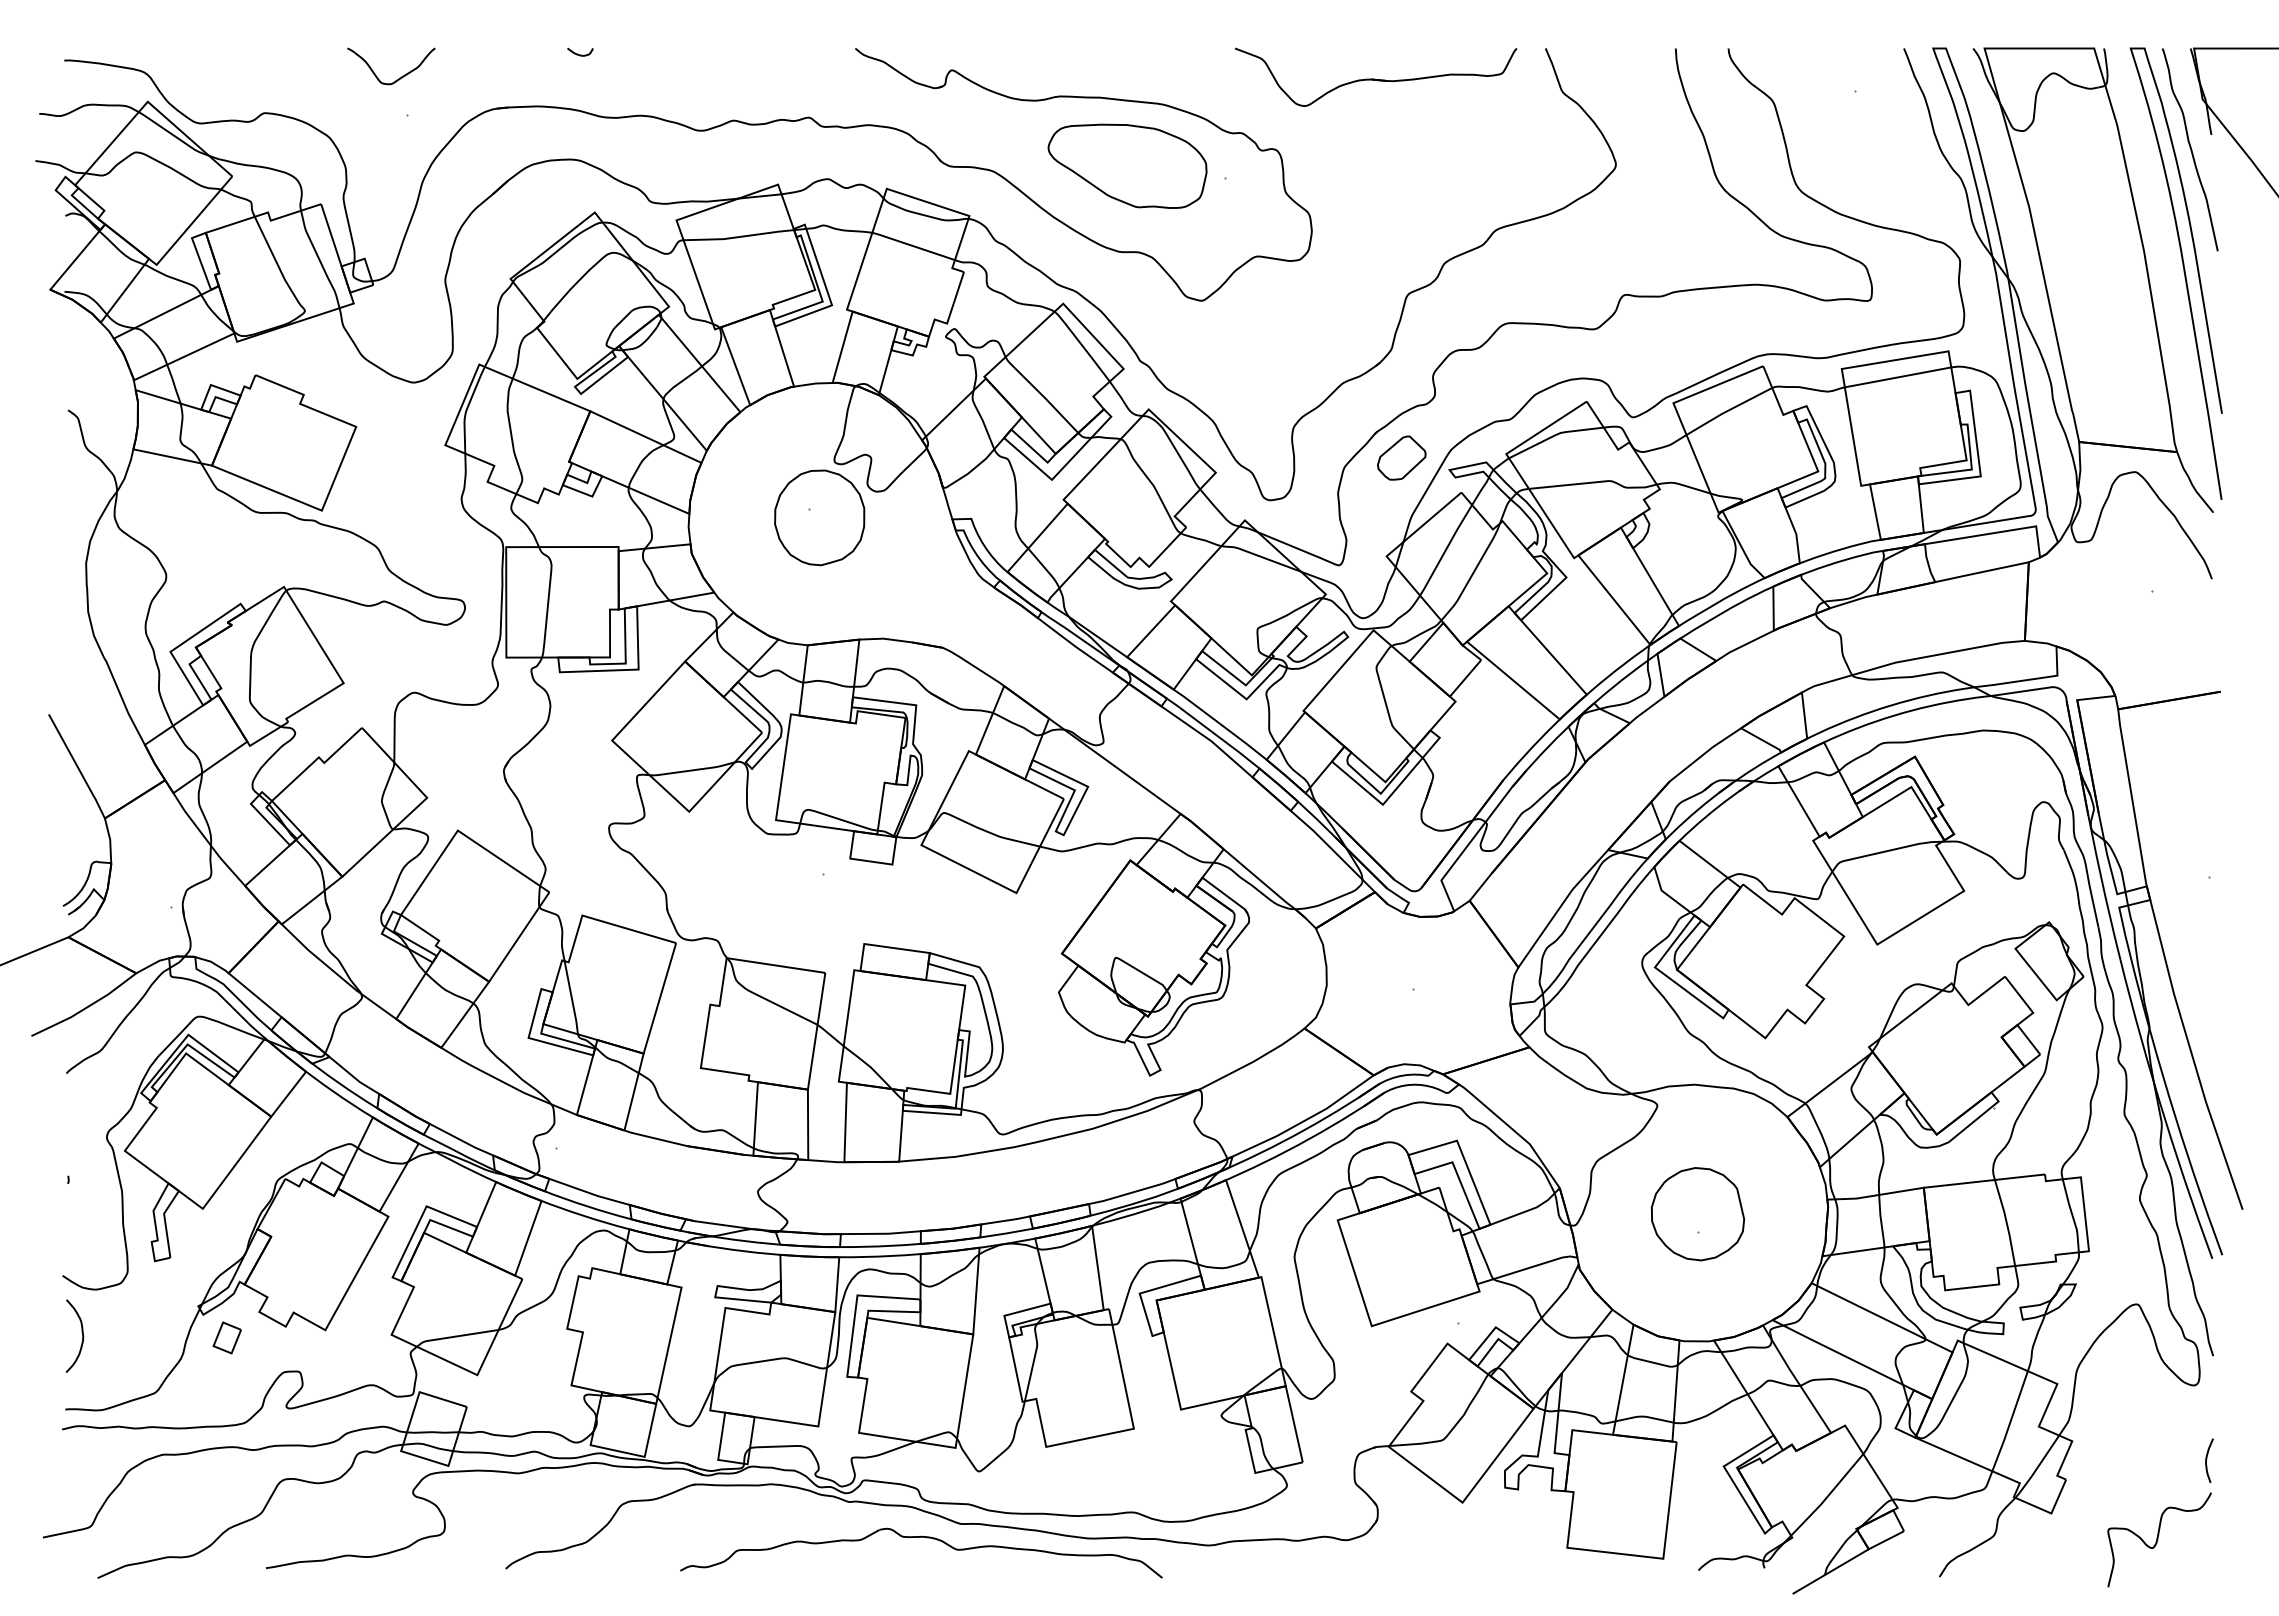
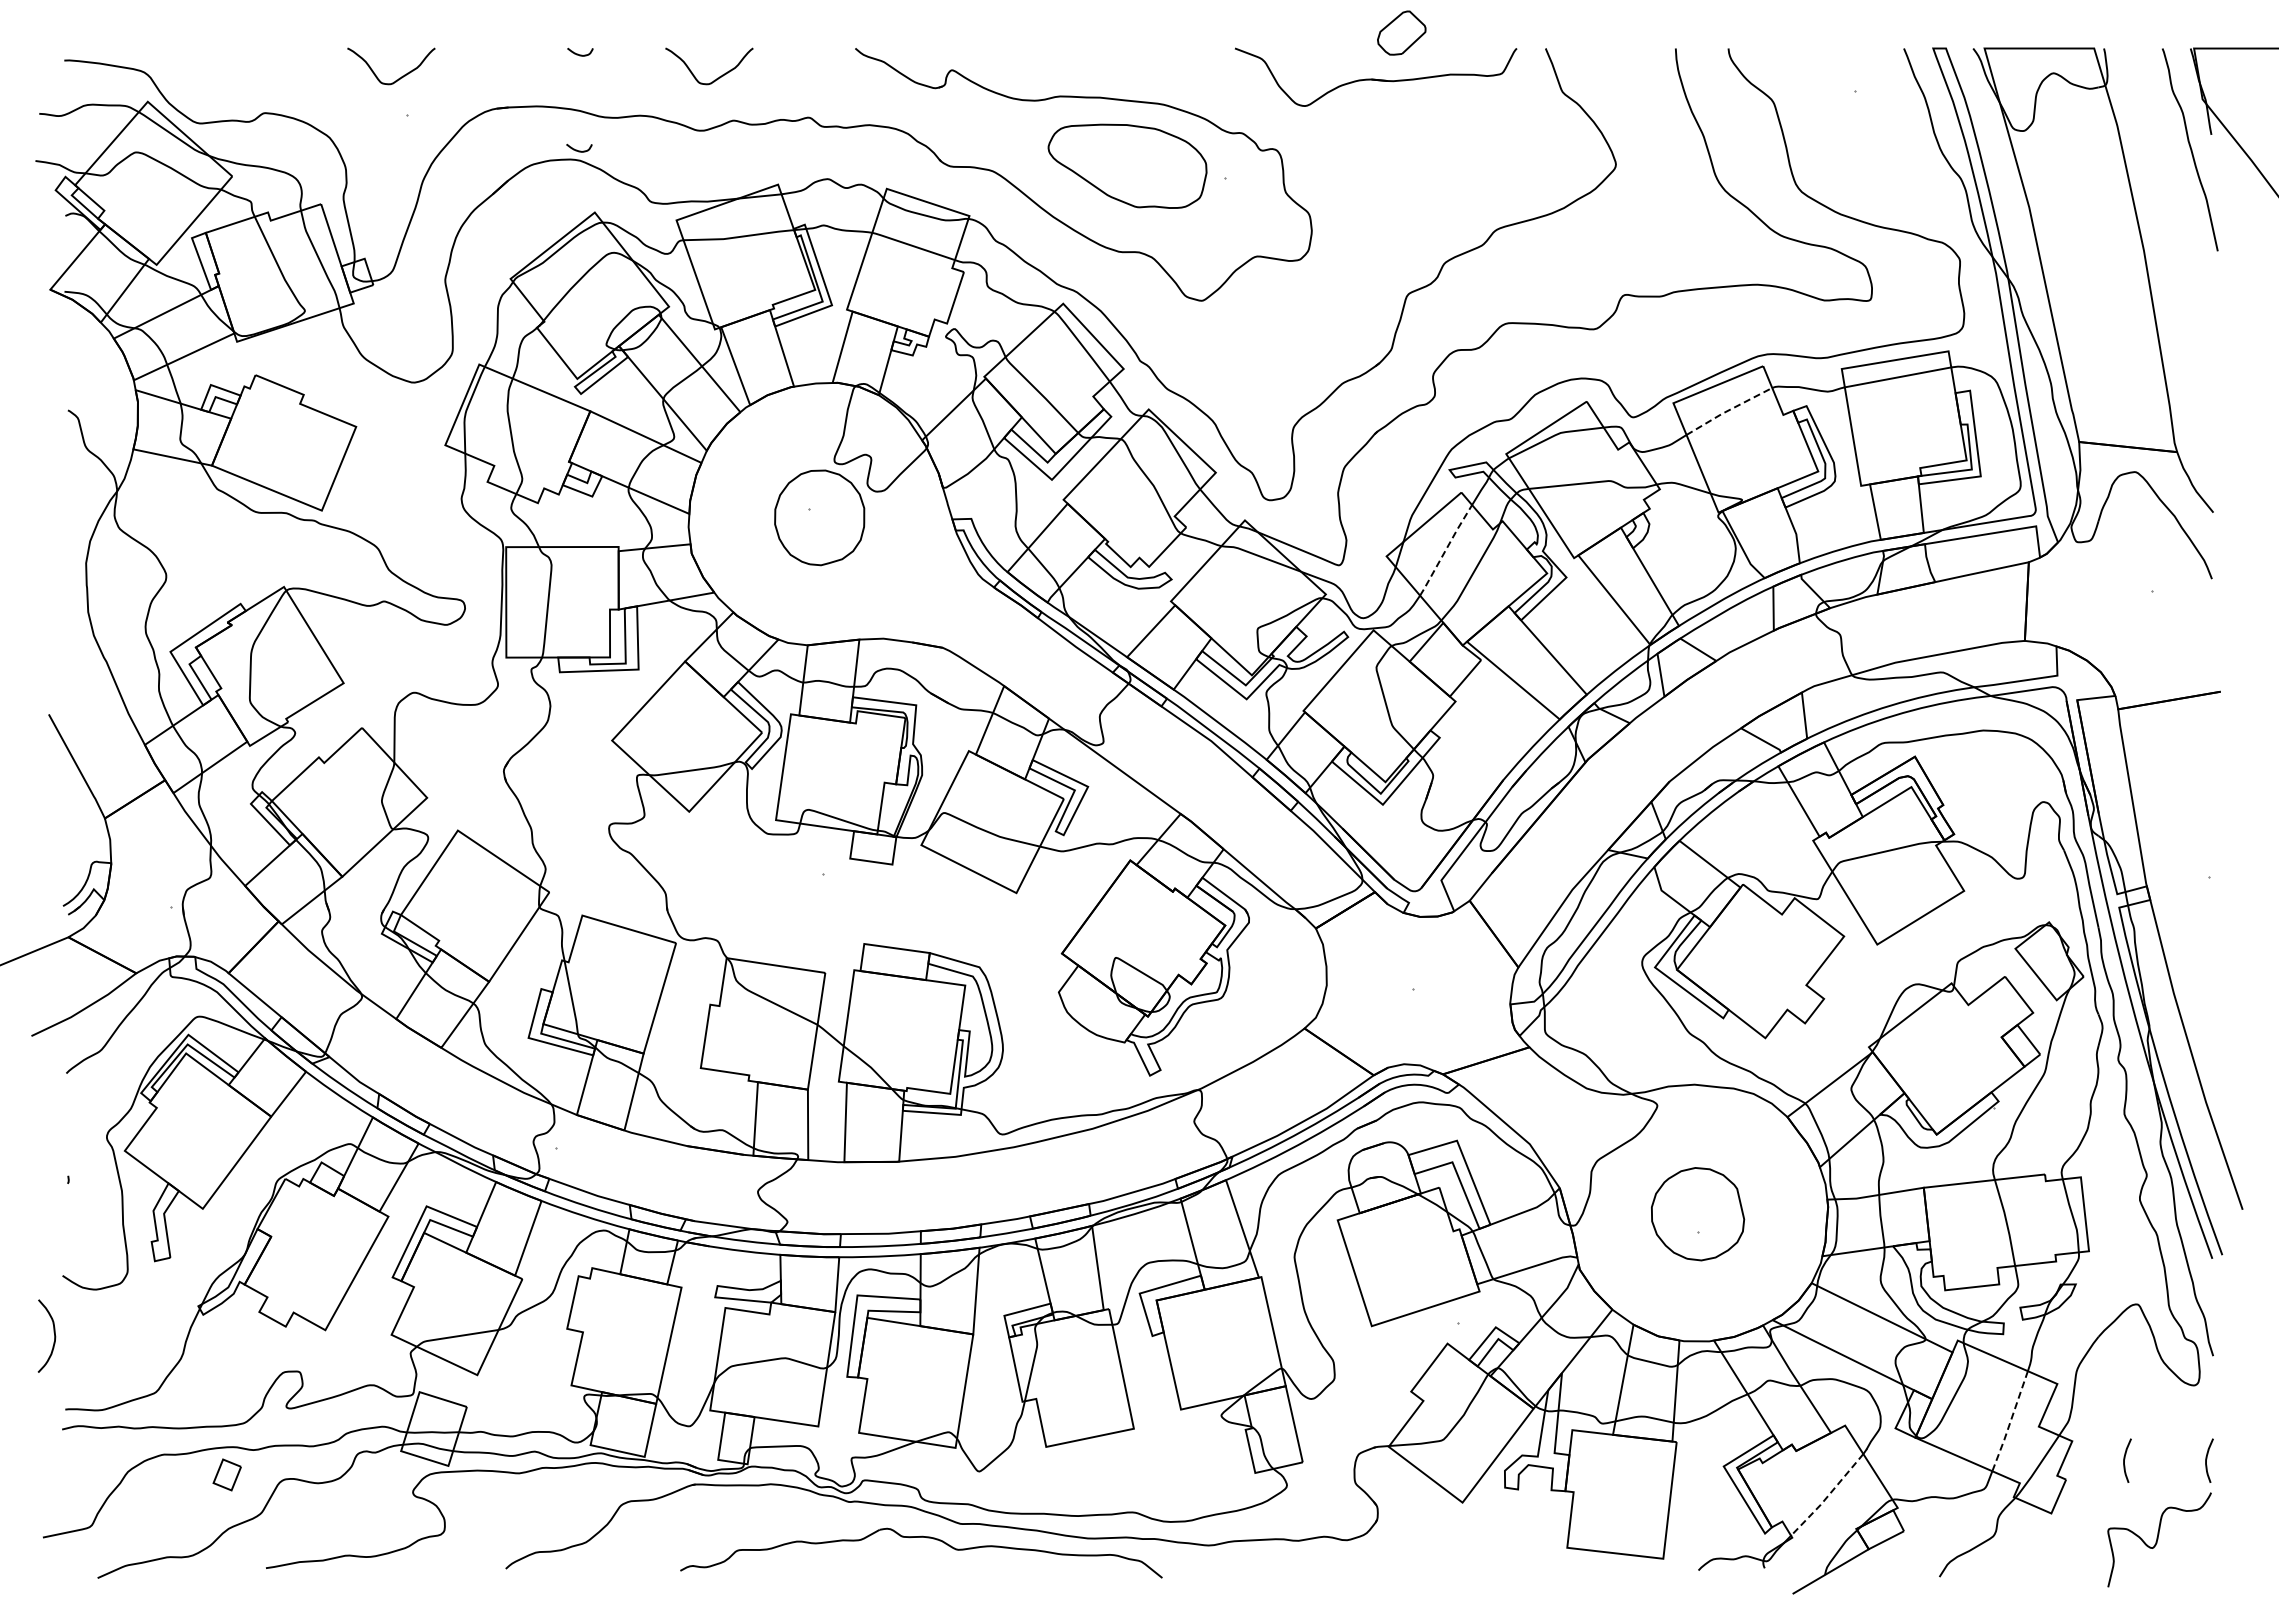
curve at (717, 77): none -> present
curve at (577, 149): none -> present
curve at (2183, 272): present -> none
line at (1728, 410): solid -> dashed
part at (1401, 457) position: (1401, 457) -> (1401, 32)
line at (1446, 549): solid -> dashed
curve at (81, 1332) position: (81, 1332) -> (53, 1332)
part at (226, 1337) position: (226, 1337) -> (226, 1474)
line at (2010, 1422): solid -> dashed
curve at (2125, 1459): none -> present
line at (1827, 1496): solid -> dashed
